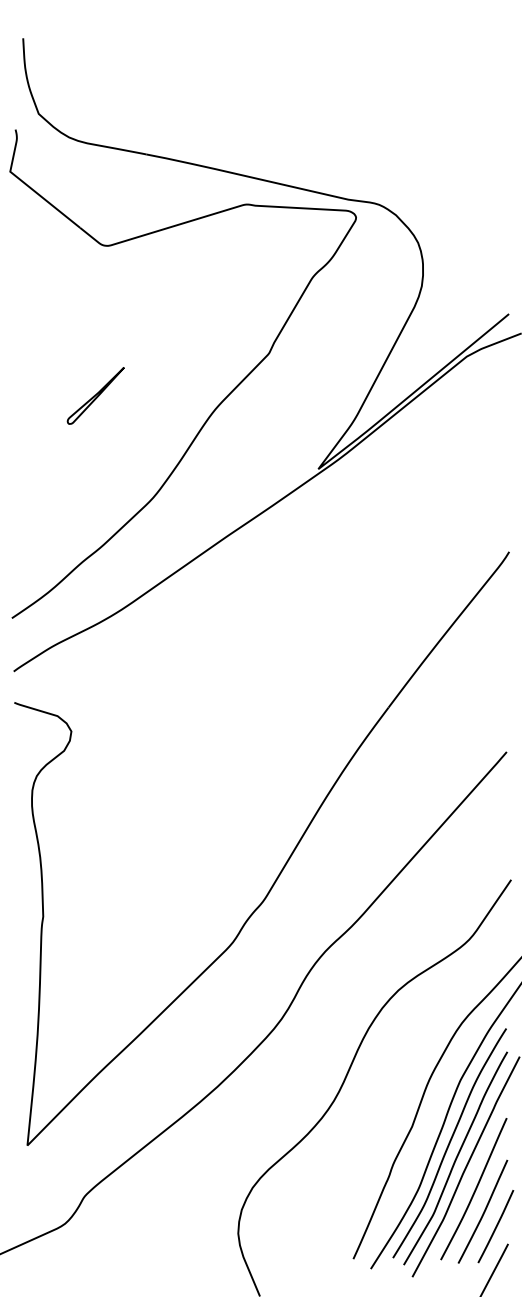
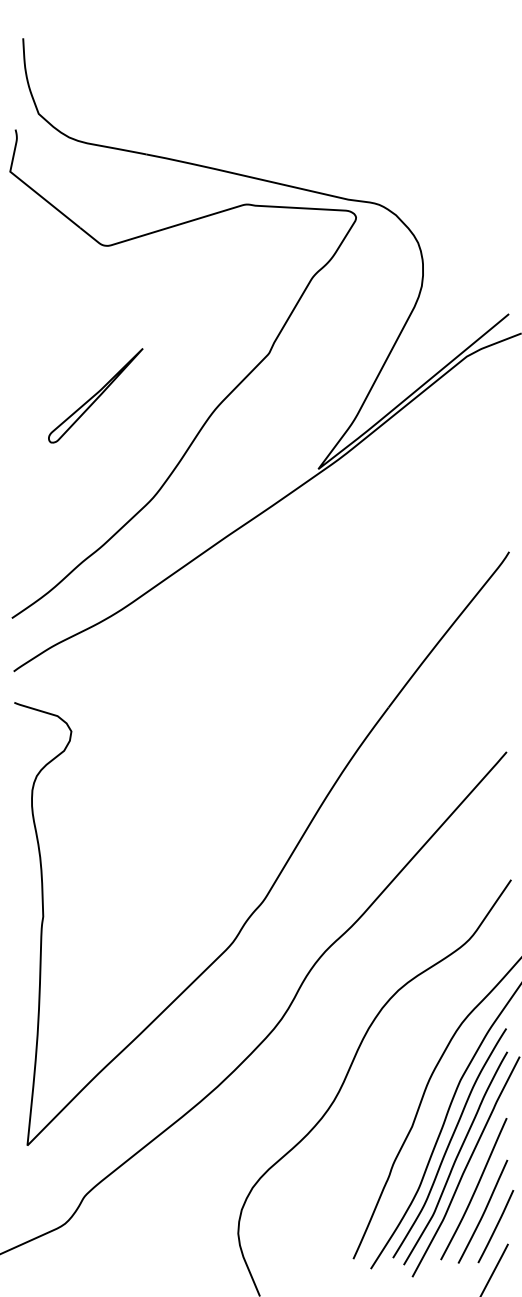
part at (95, 395) size: 59x58 px -> 96x96 px
